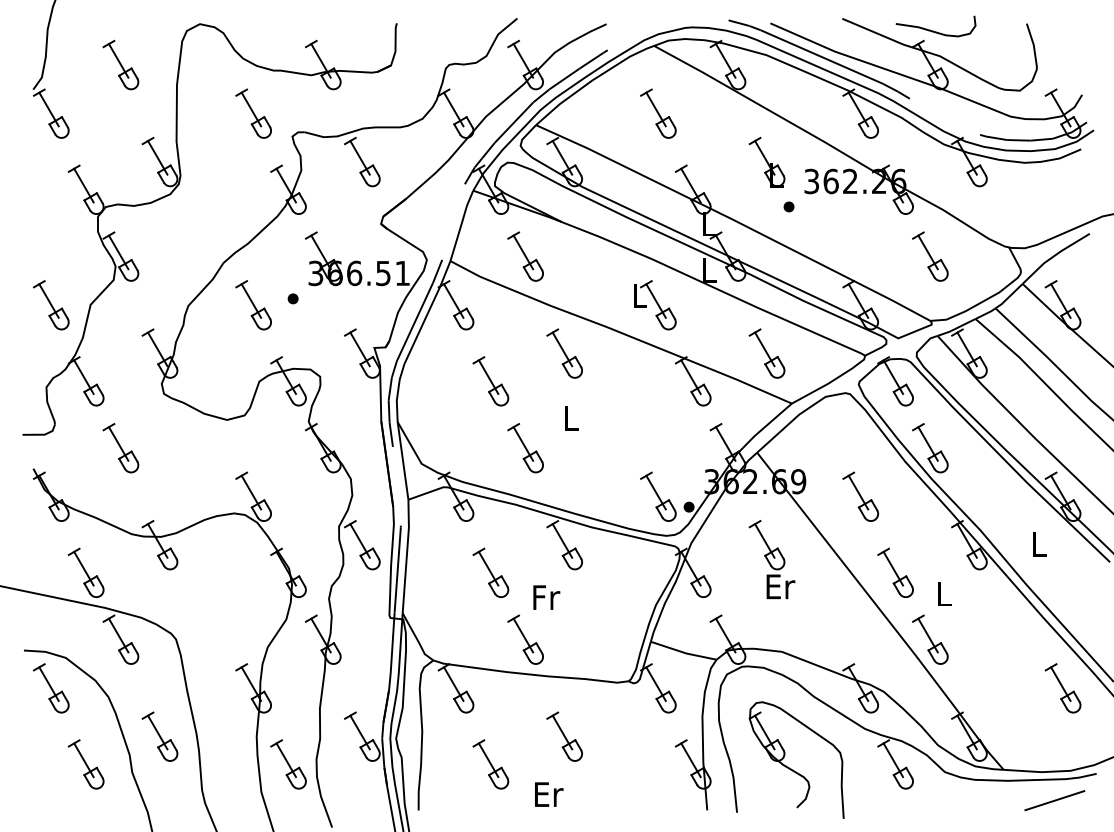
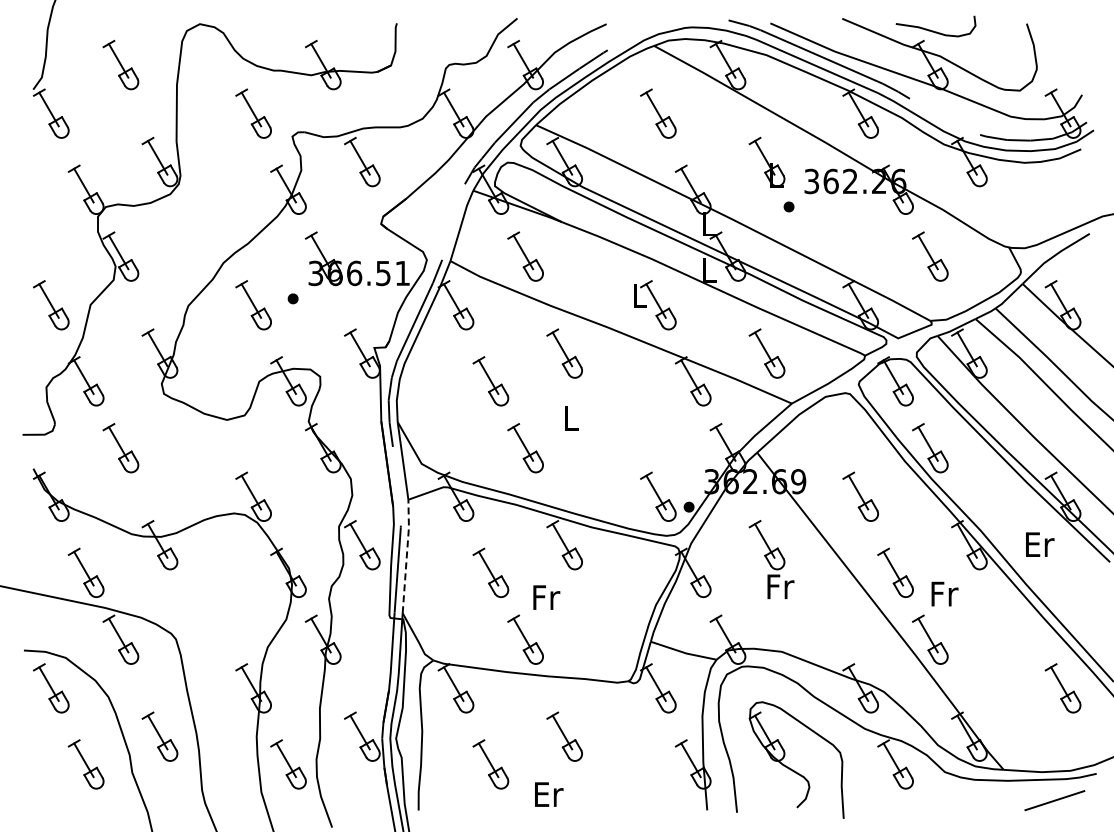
text at (1040, 544): L -> Er
line at (406, 555): solid -> dashed
text at (780, 586): Er -> Fr
text at (944, 593): L -> Fr
